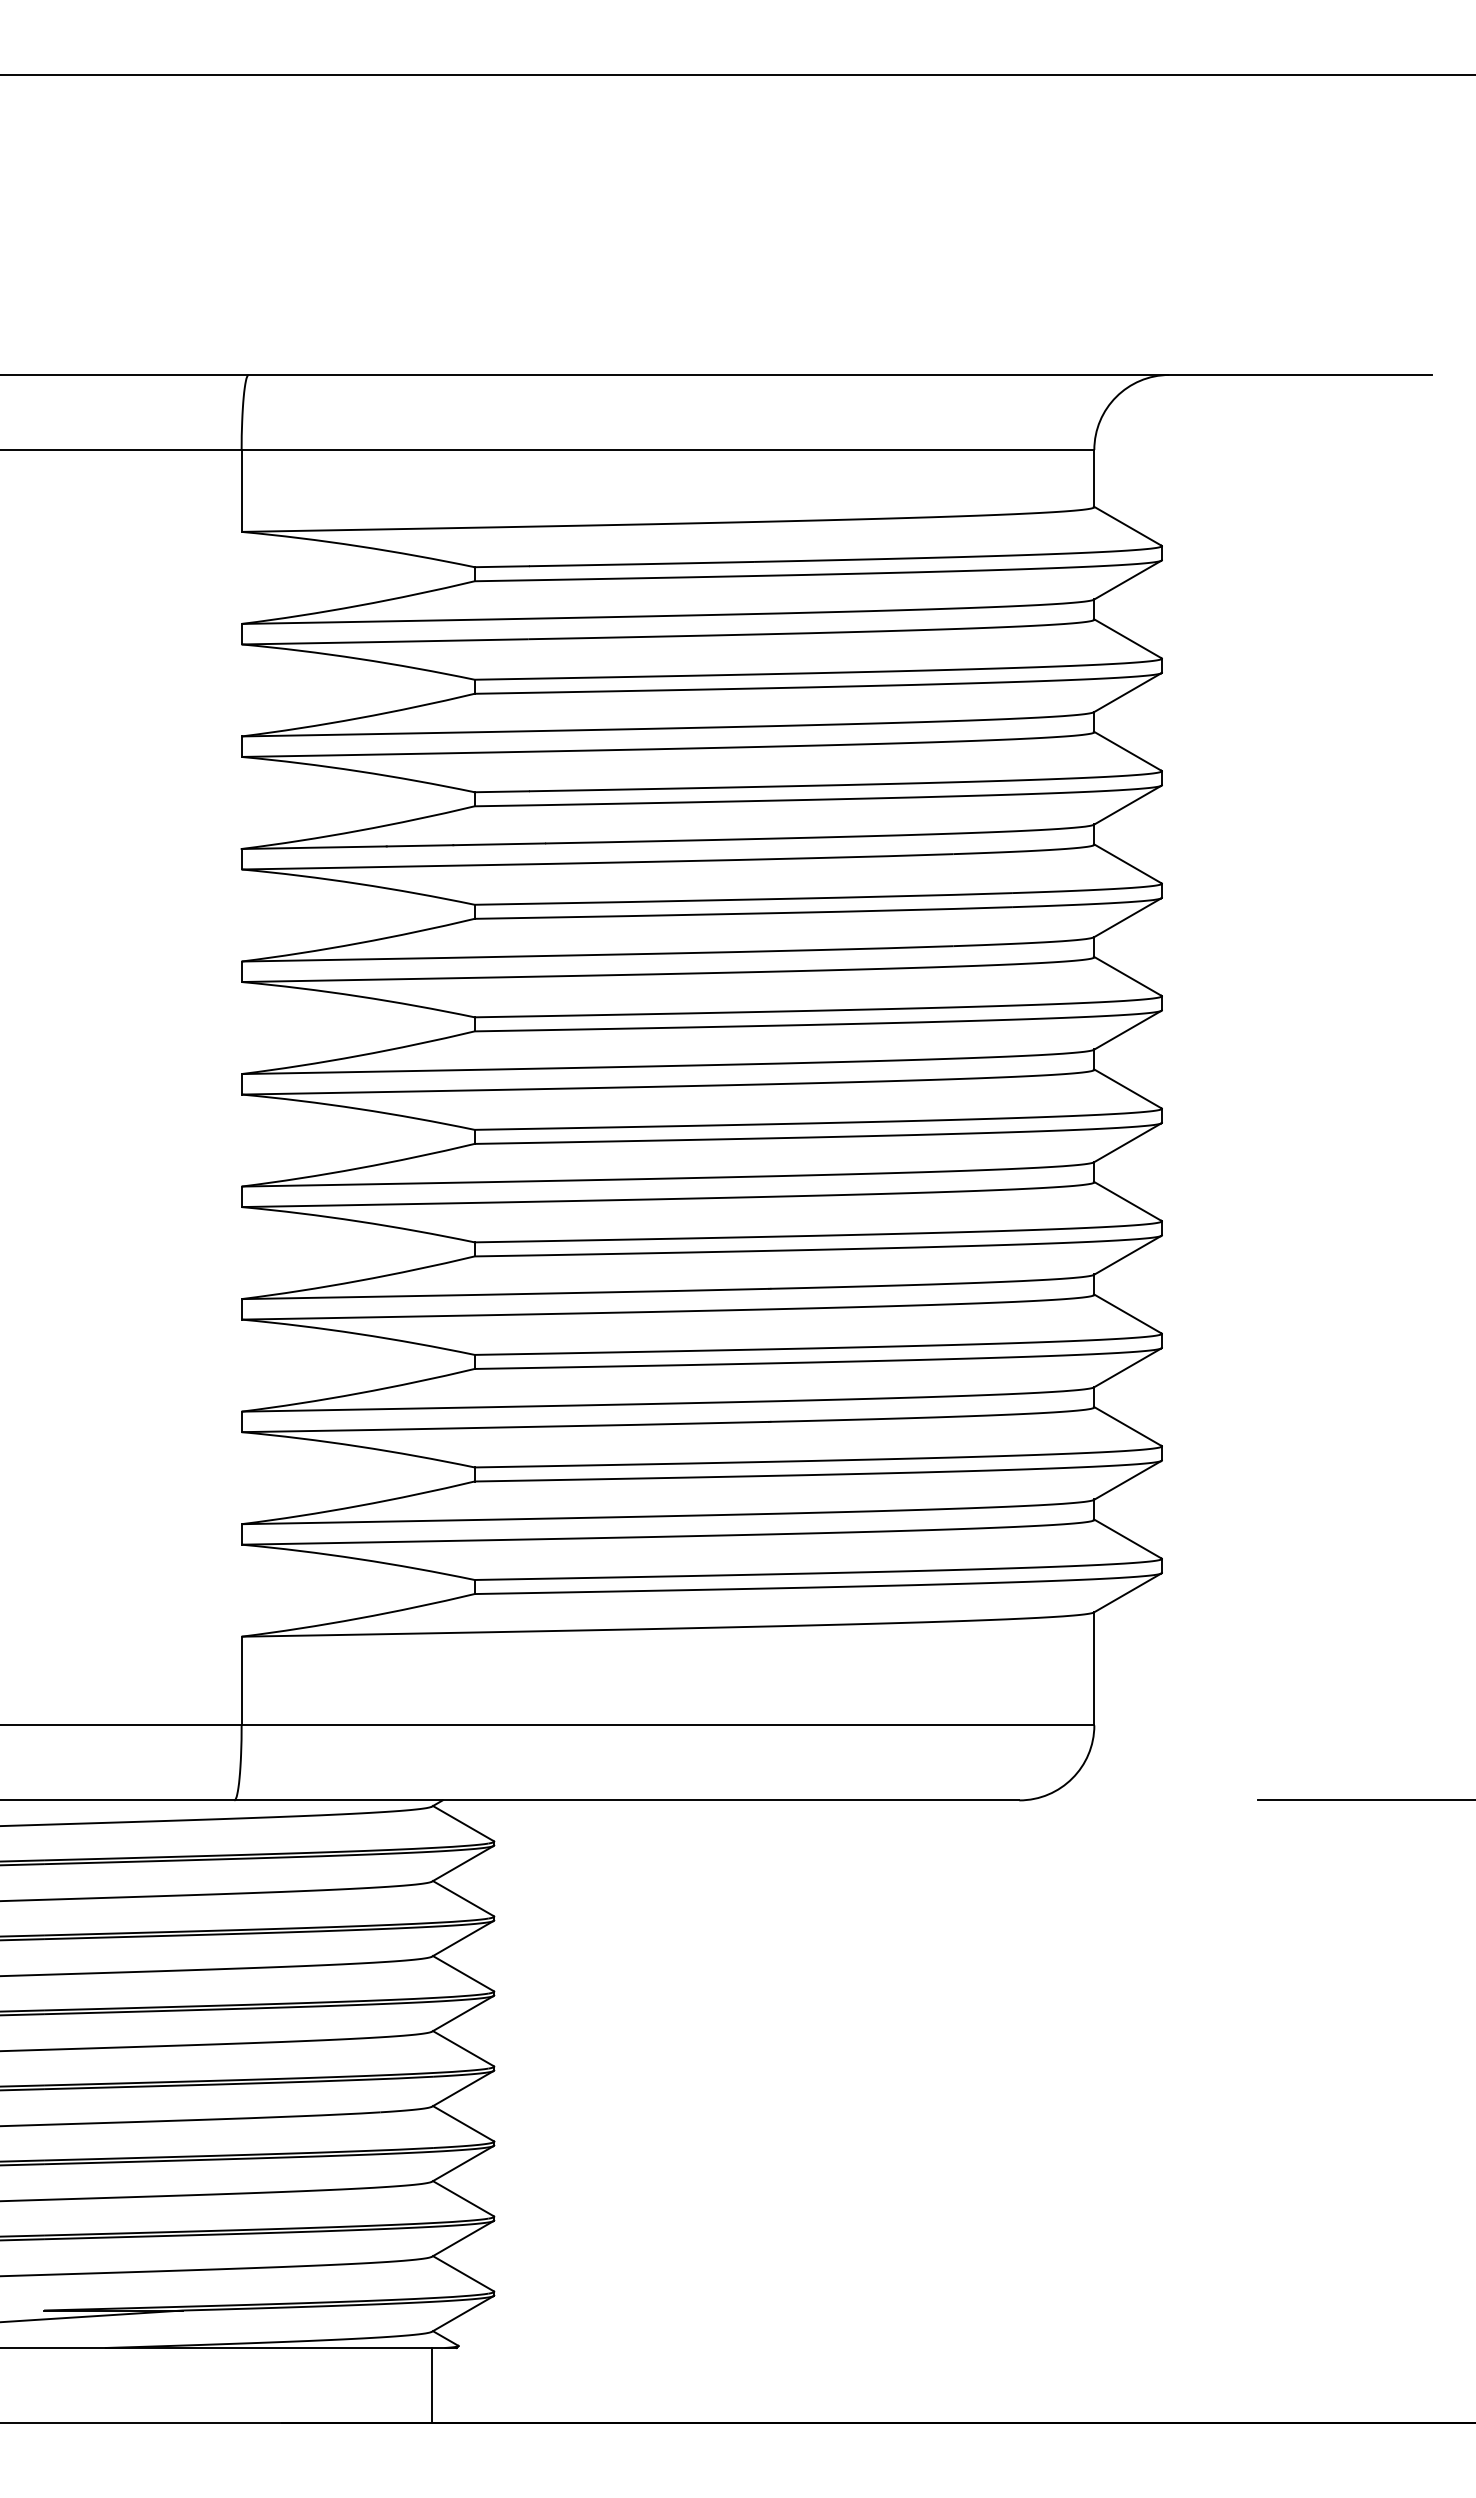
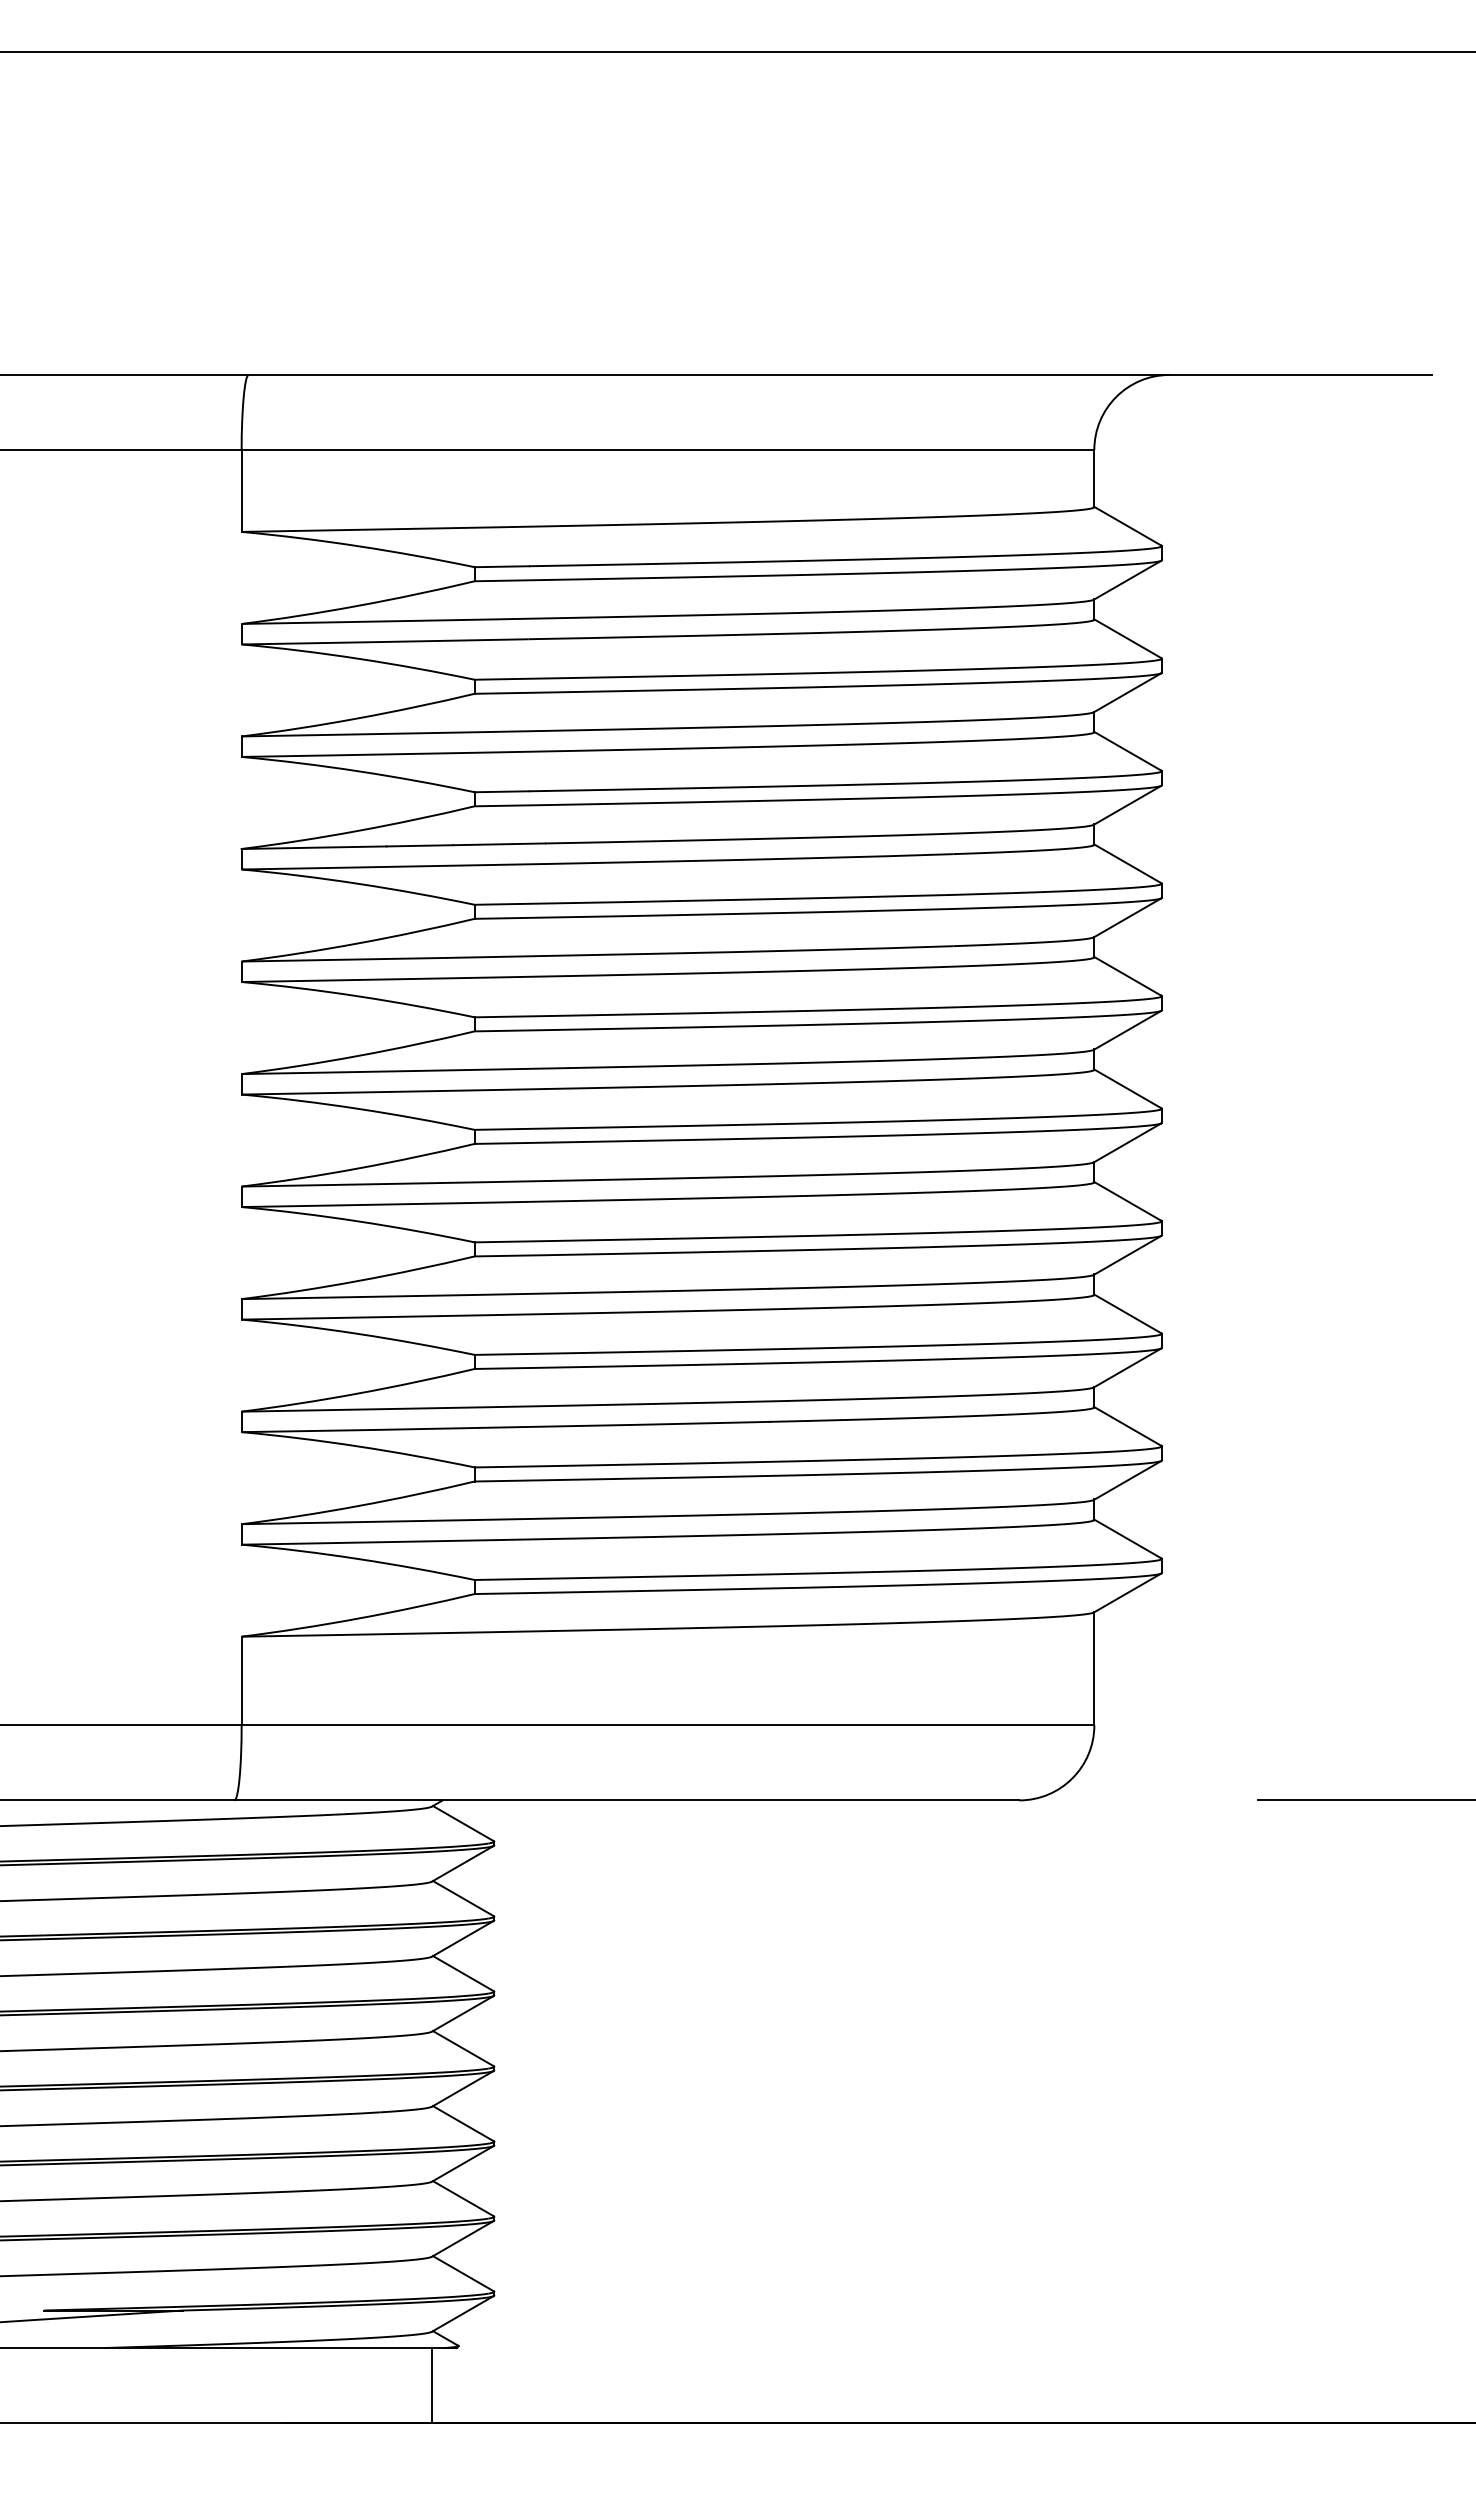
line at (737, 74) position: (737, 74) -> (737, 51)
